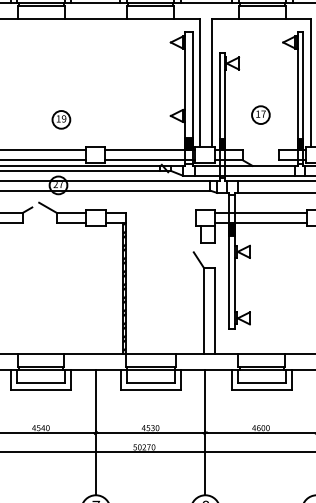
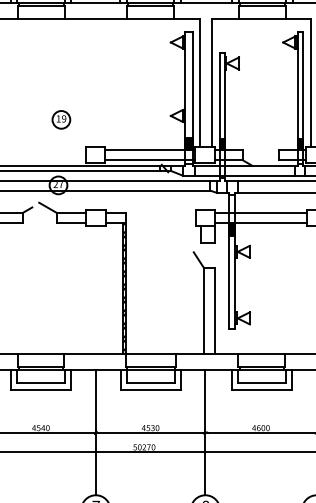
part at (260, 114): present -> none
line at (44, 150): present -> none
line at (44, 160): present -> none
